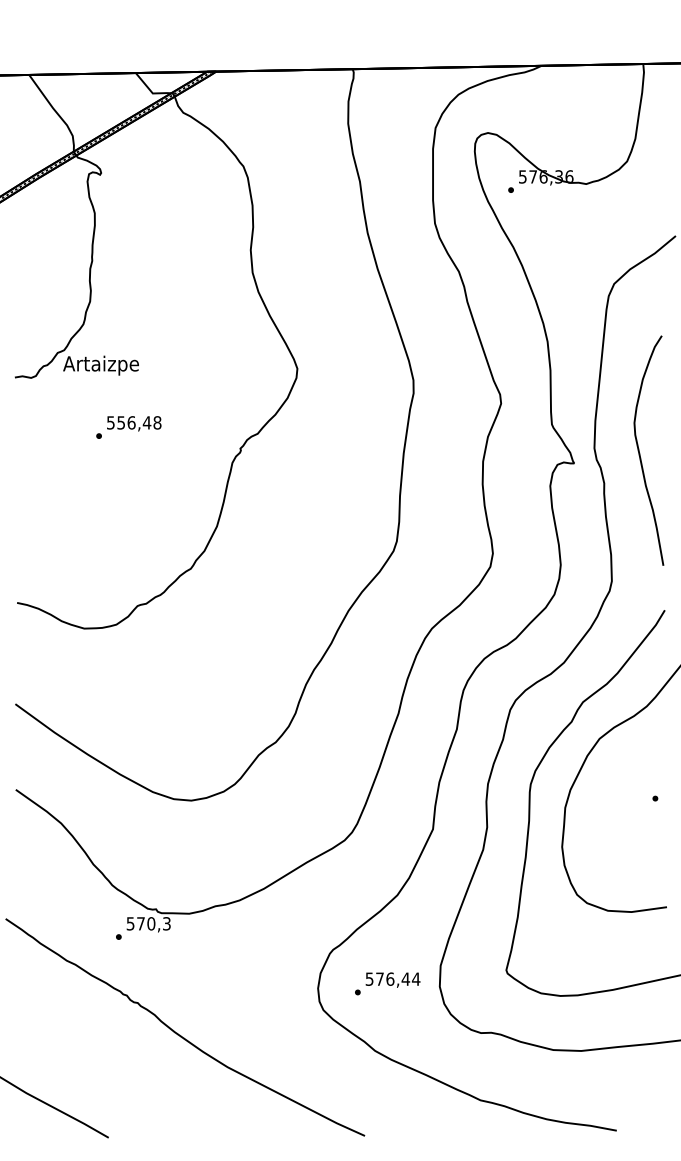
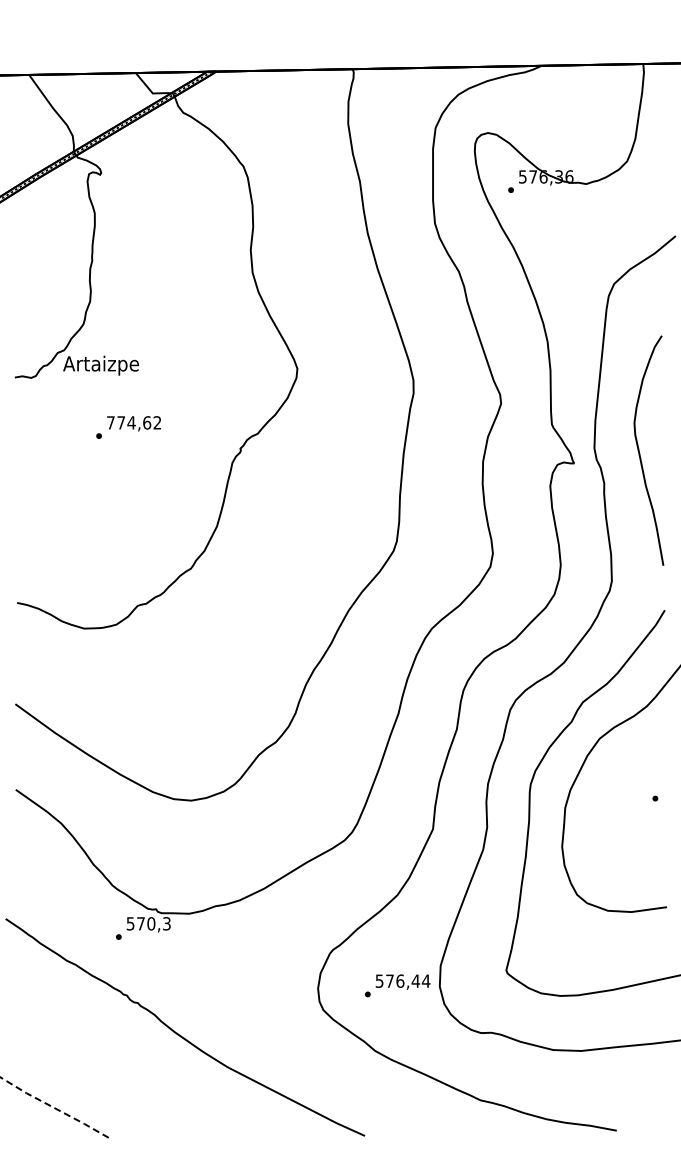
text at (134, 422): 556,48 -> 774,62
text at (387, 983) position: (387, 983) -> (397, 985)
line at (53, 1107): solid -> dashed
